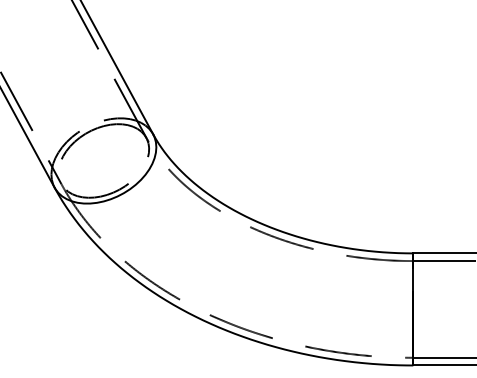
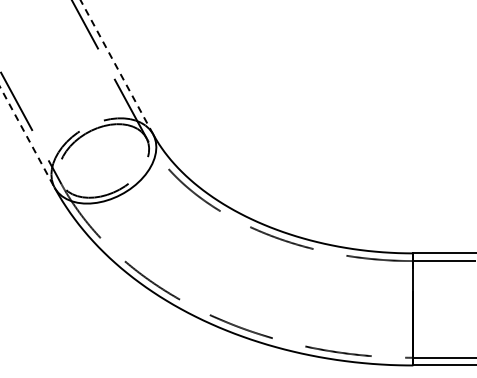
line at (117, 67): solid -> dashed
line at (27, 137): solid -> dashed
